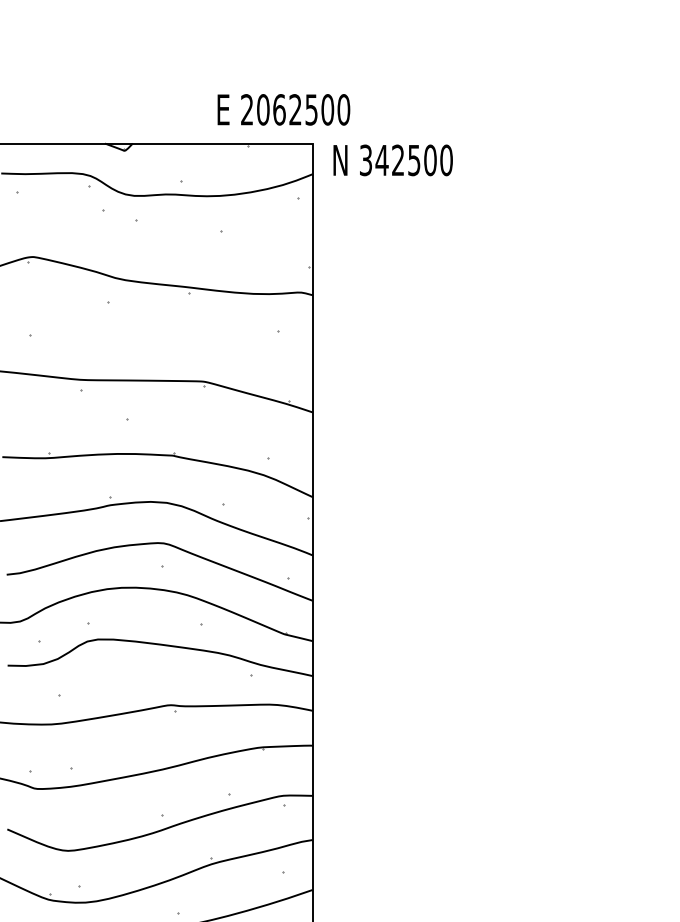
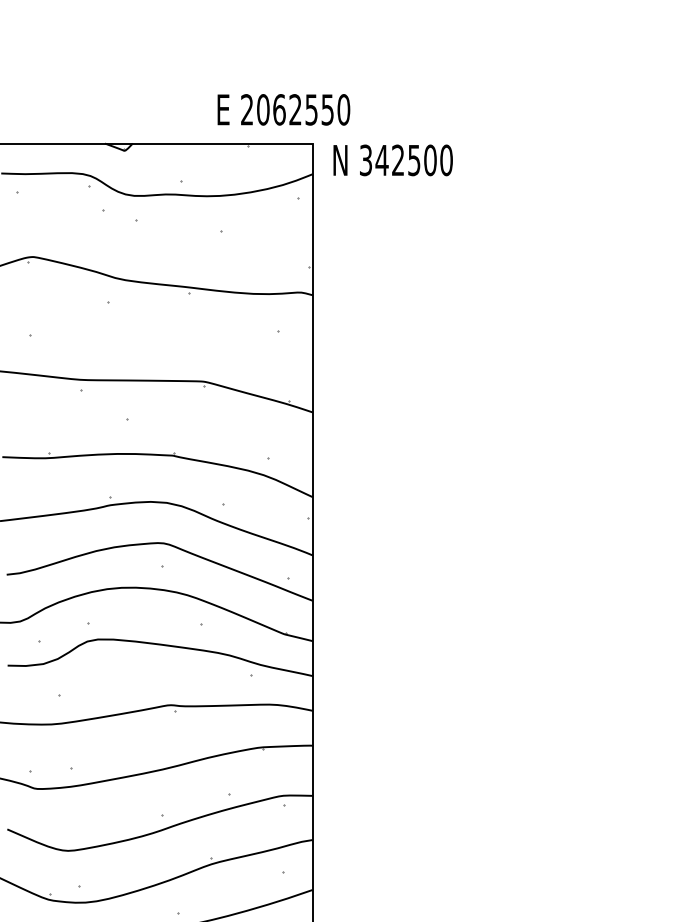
text at (327, 109): 2062500 -> 2062550
